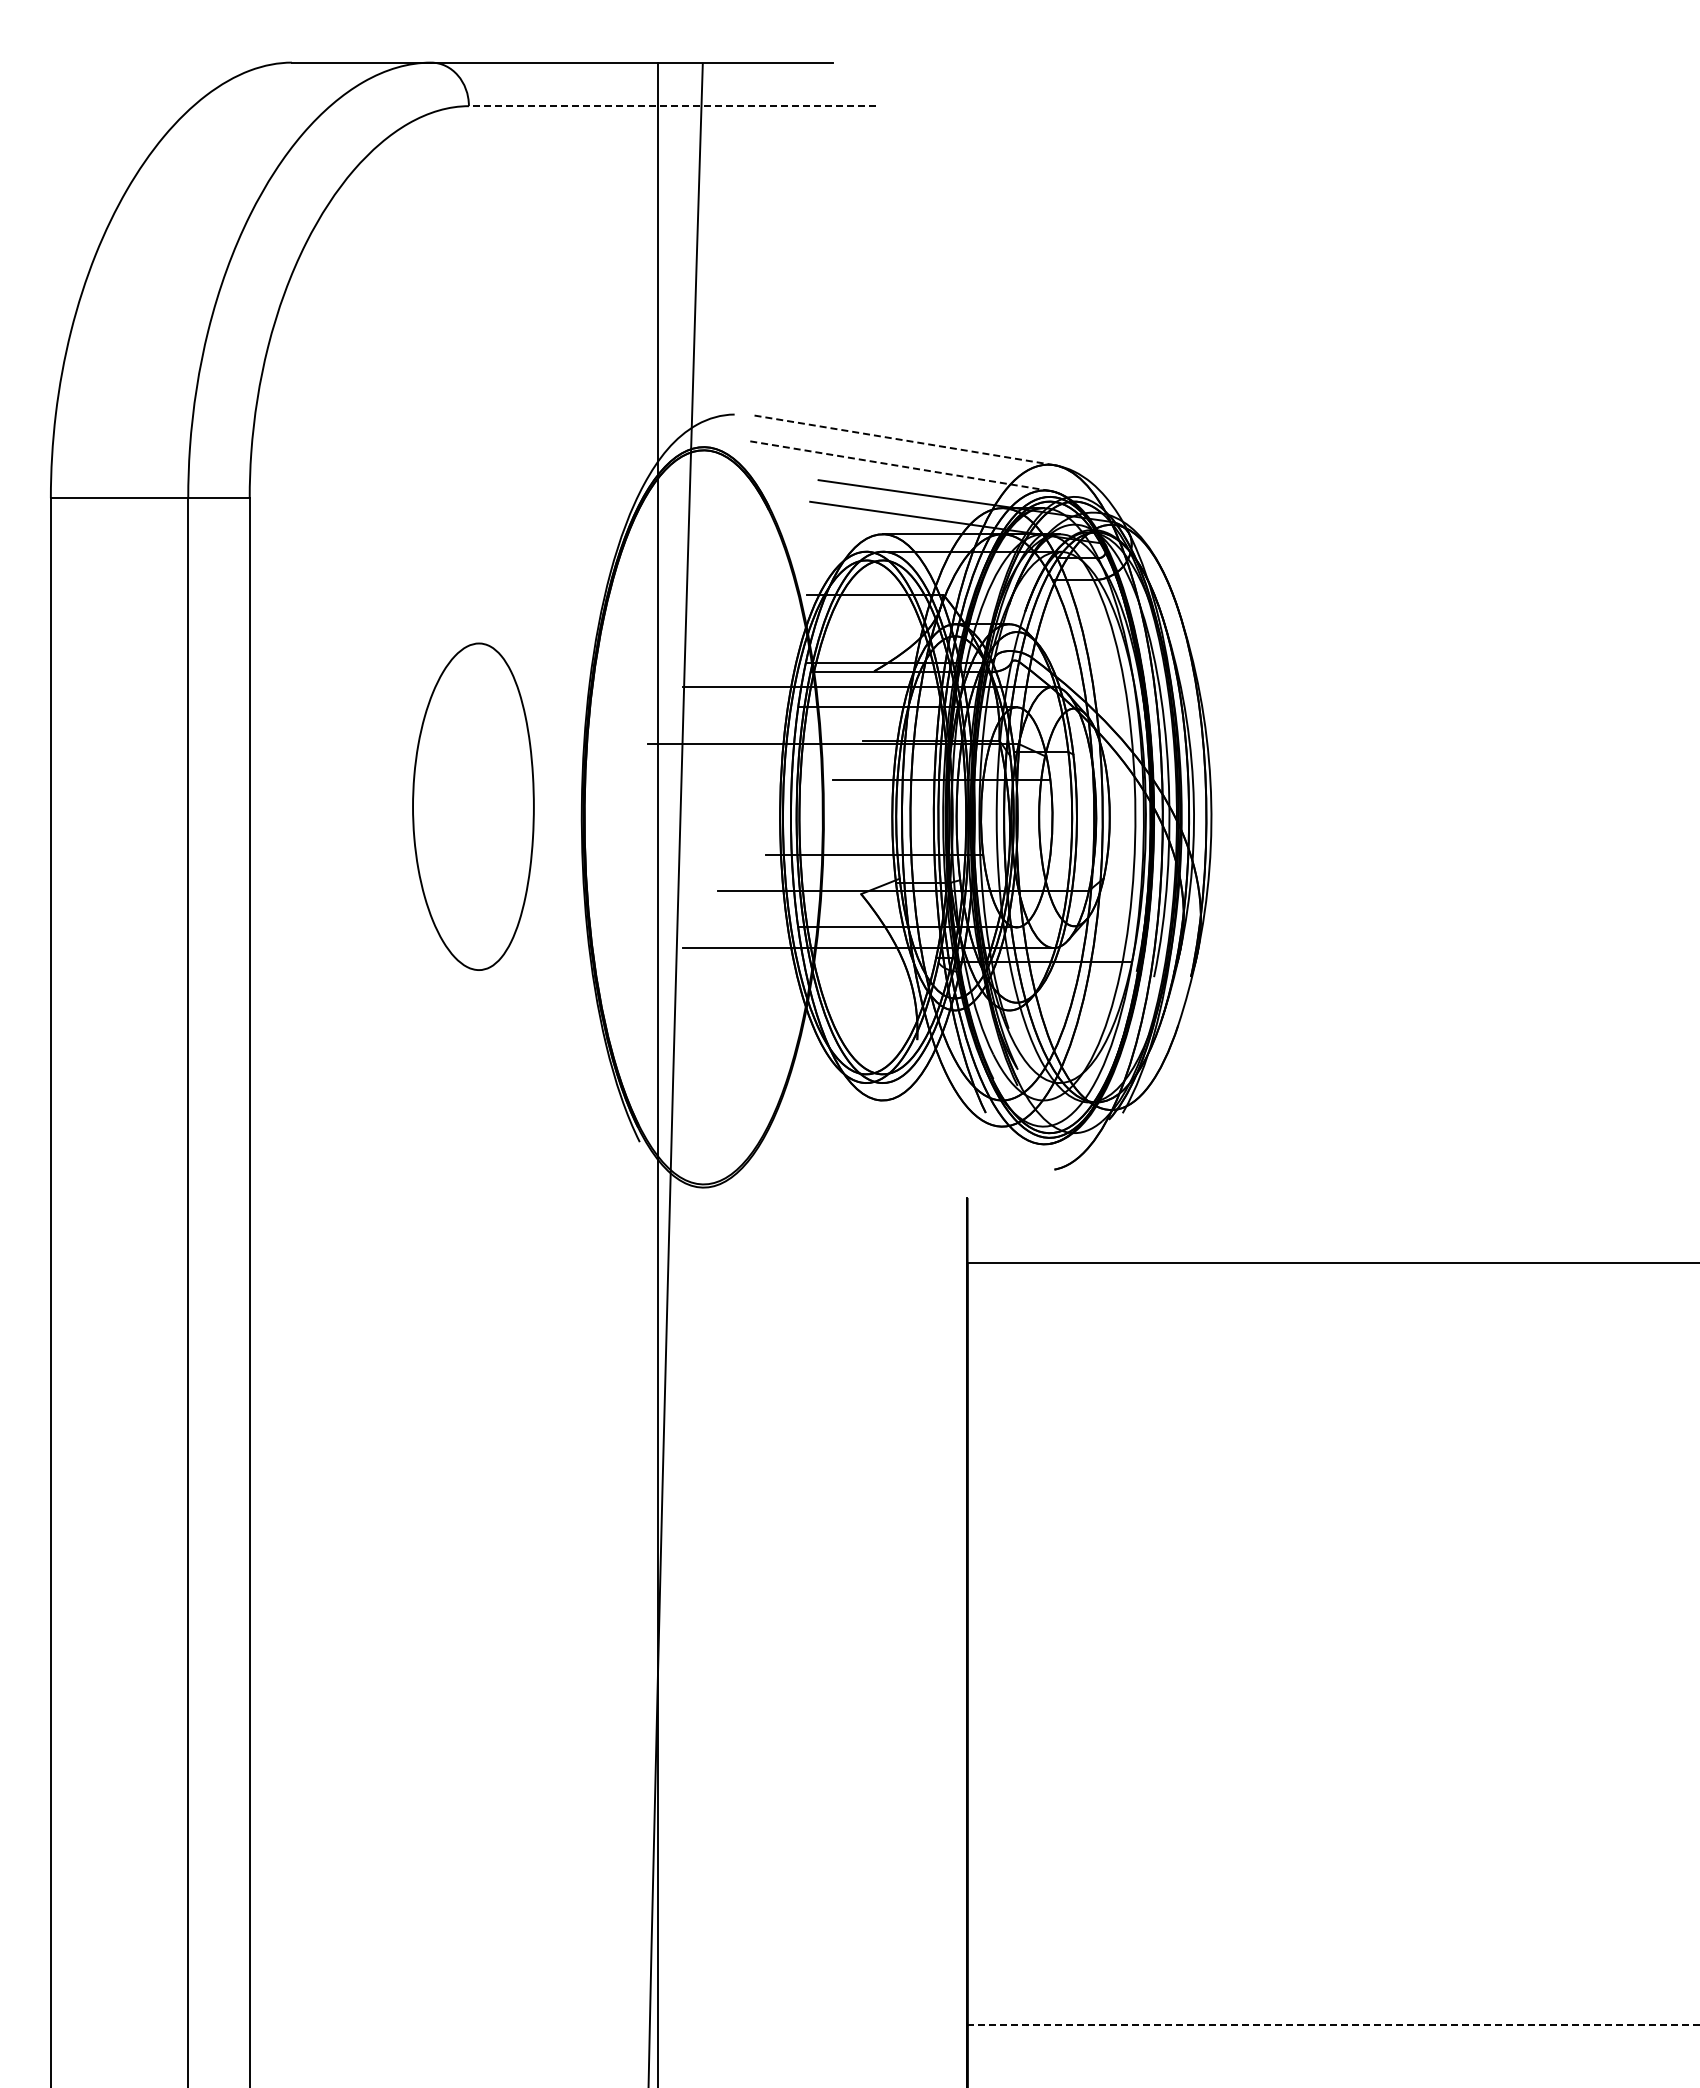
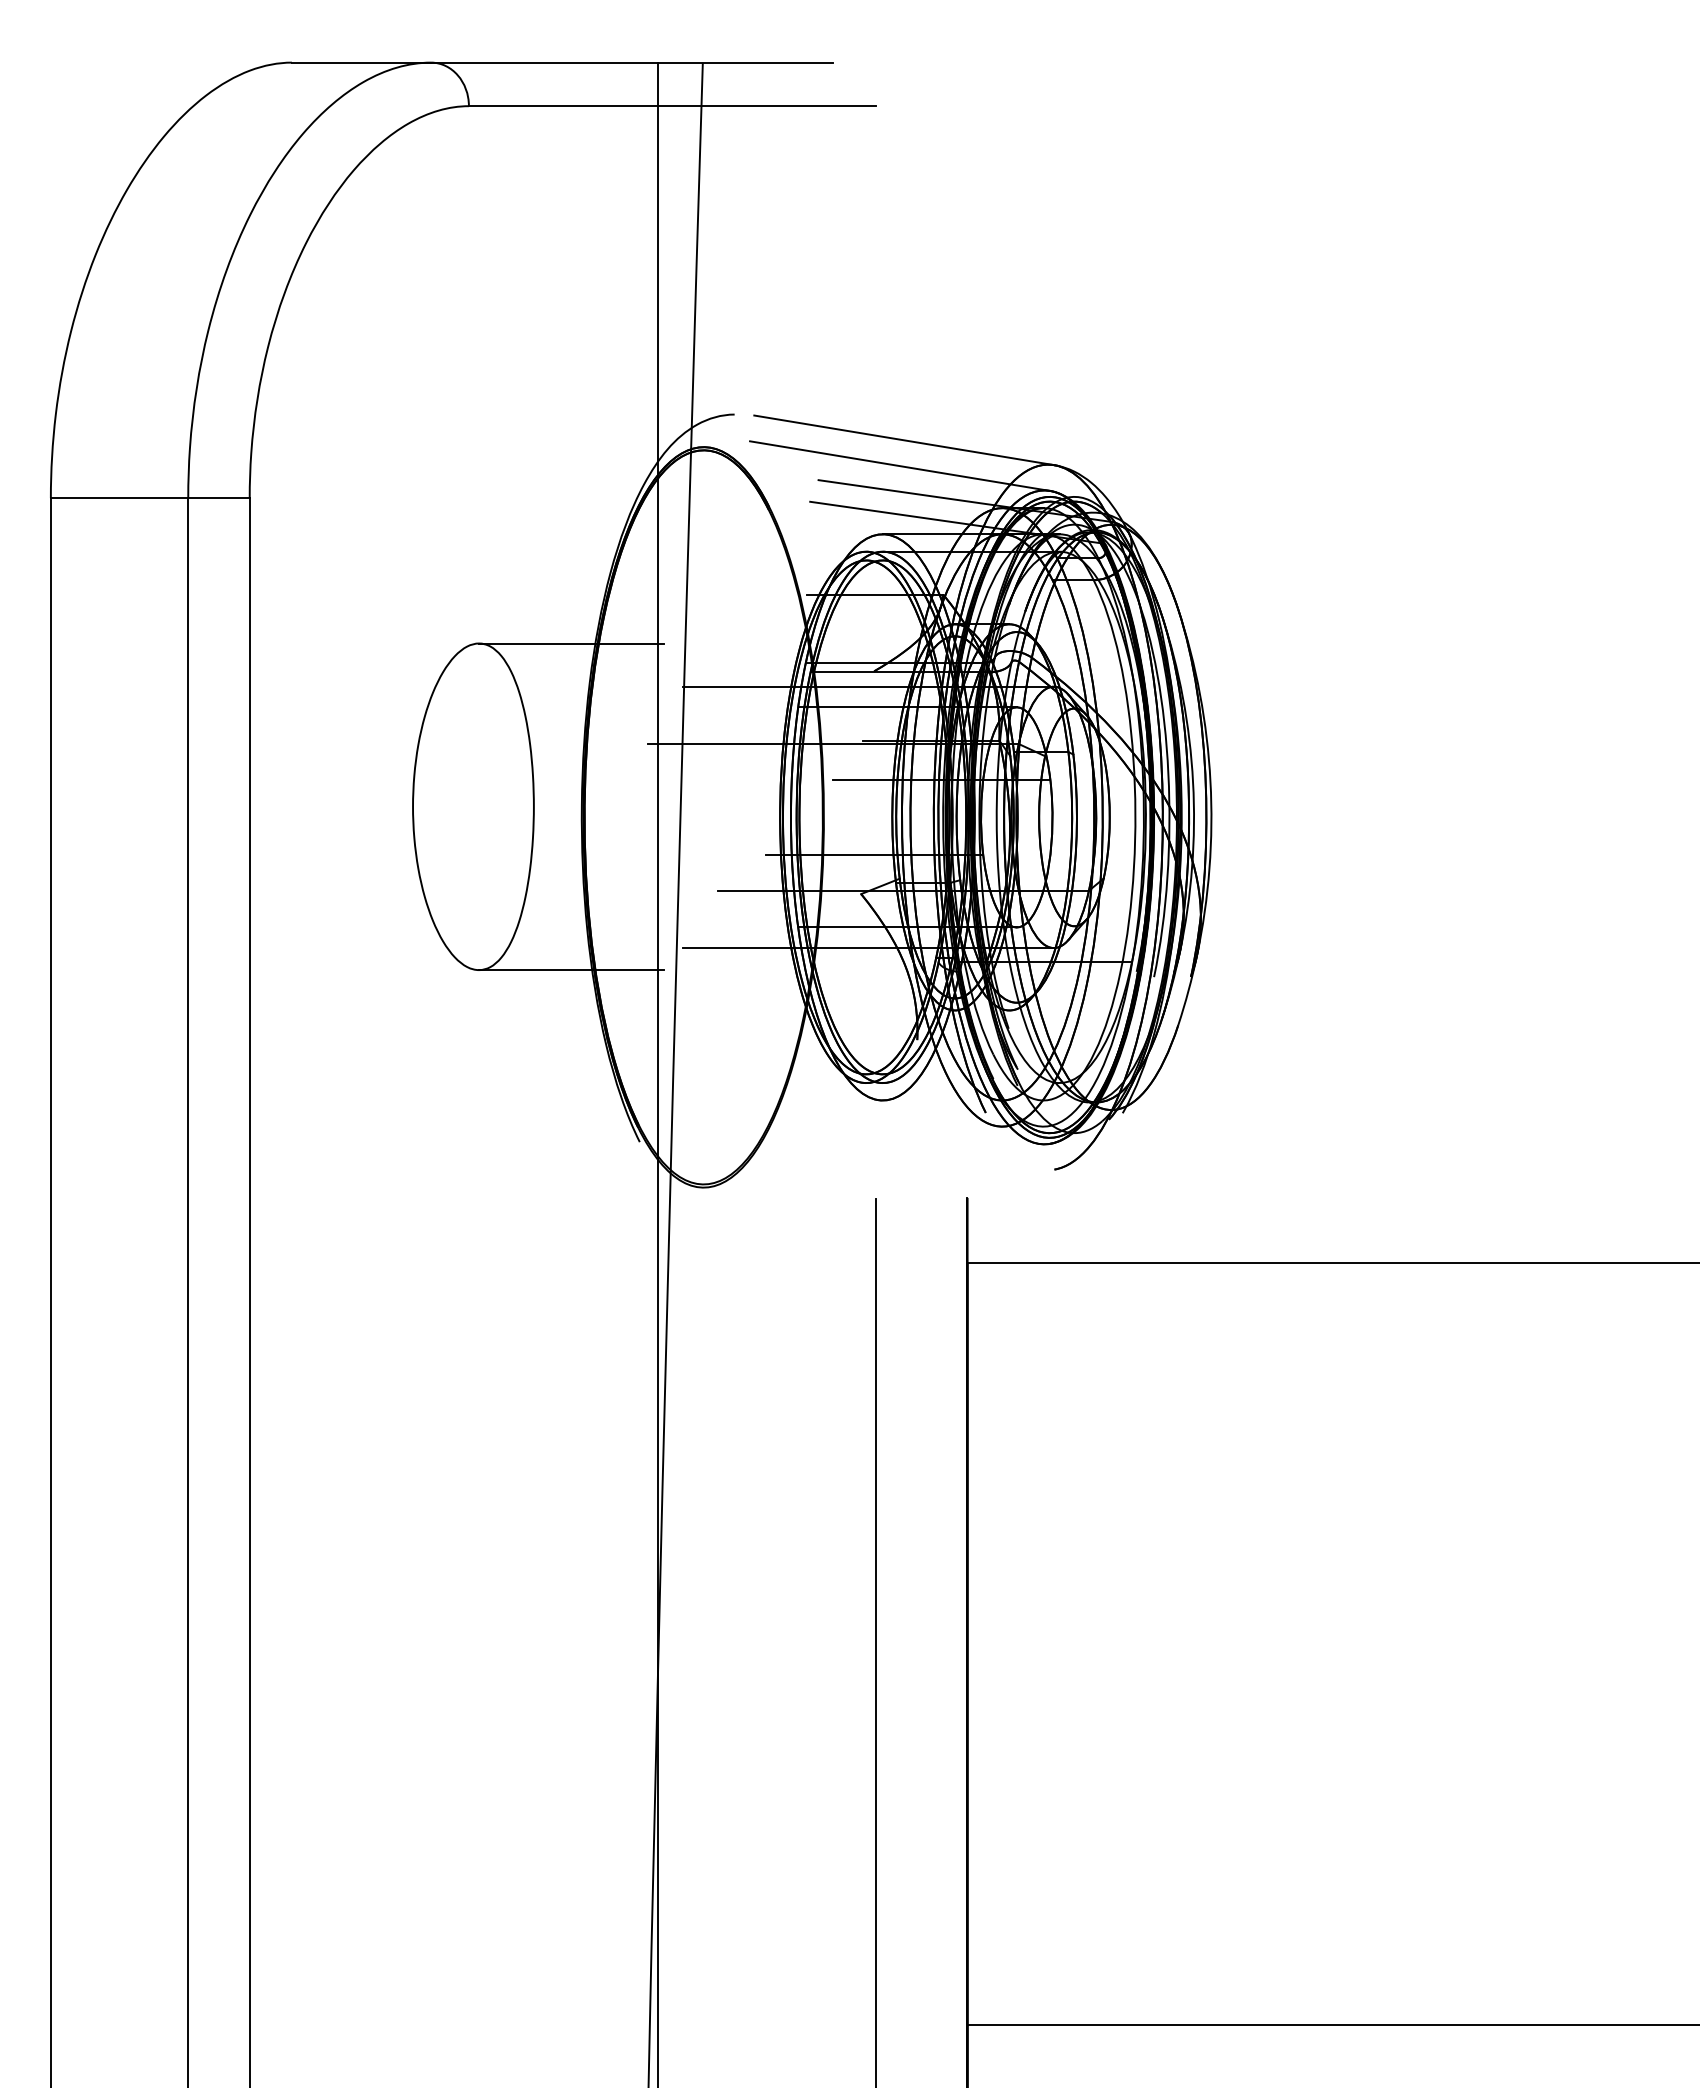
line at (672, 106): dashed -> solid
line at (903, 440): dashed -> solid
line at (899, 466): dashed -> solid
line at (571, 643): none -> present
line at (571, 970): none -> present
line at (876, 1641): none -> present
line at (1333, 2025): dashed -> solid
